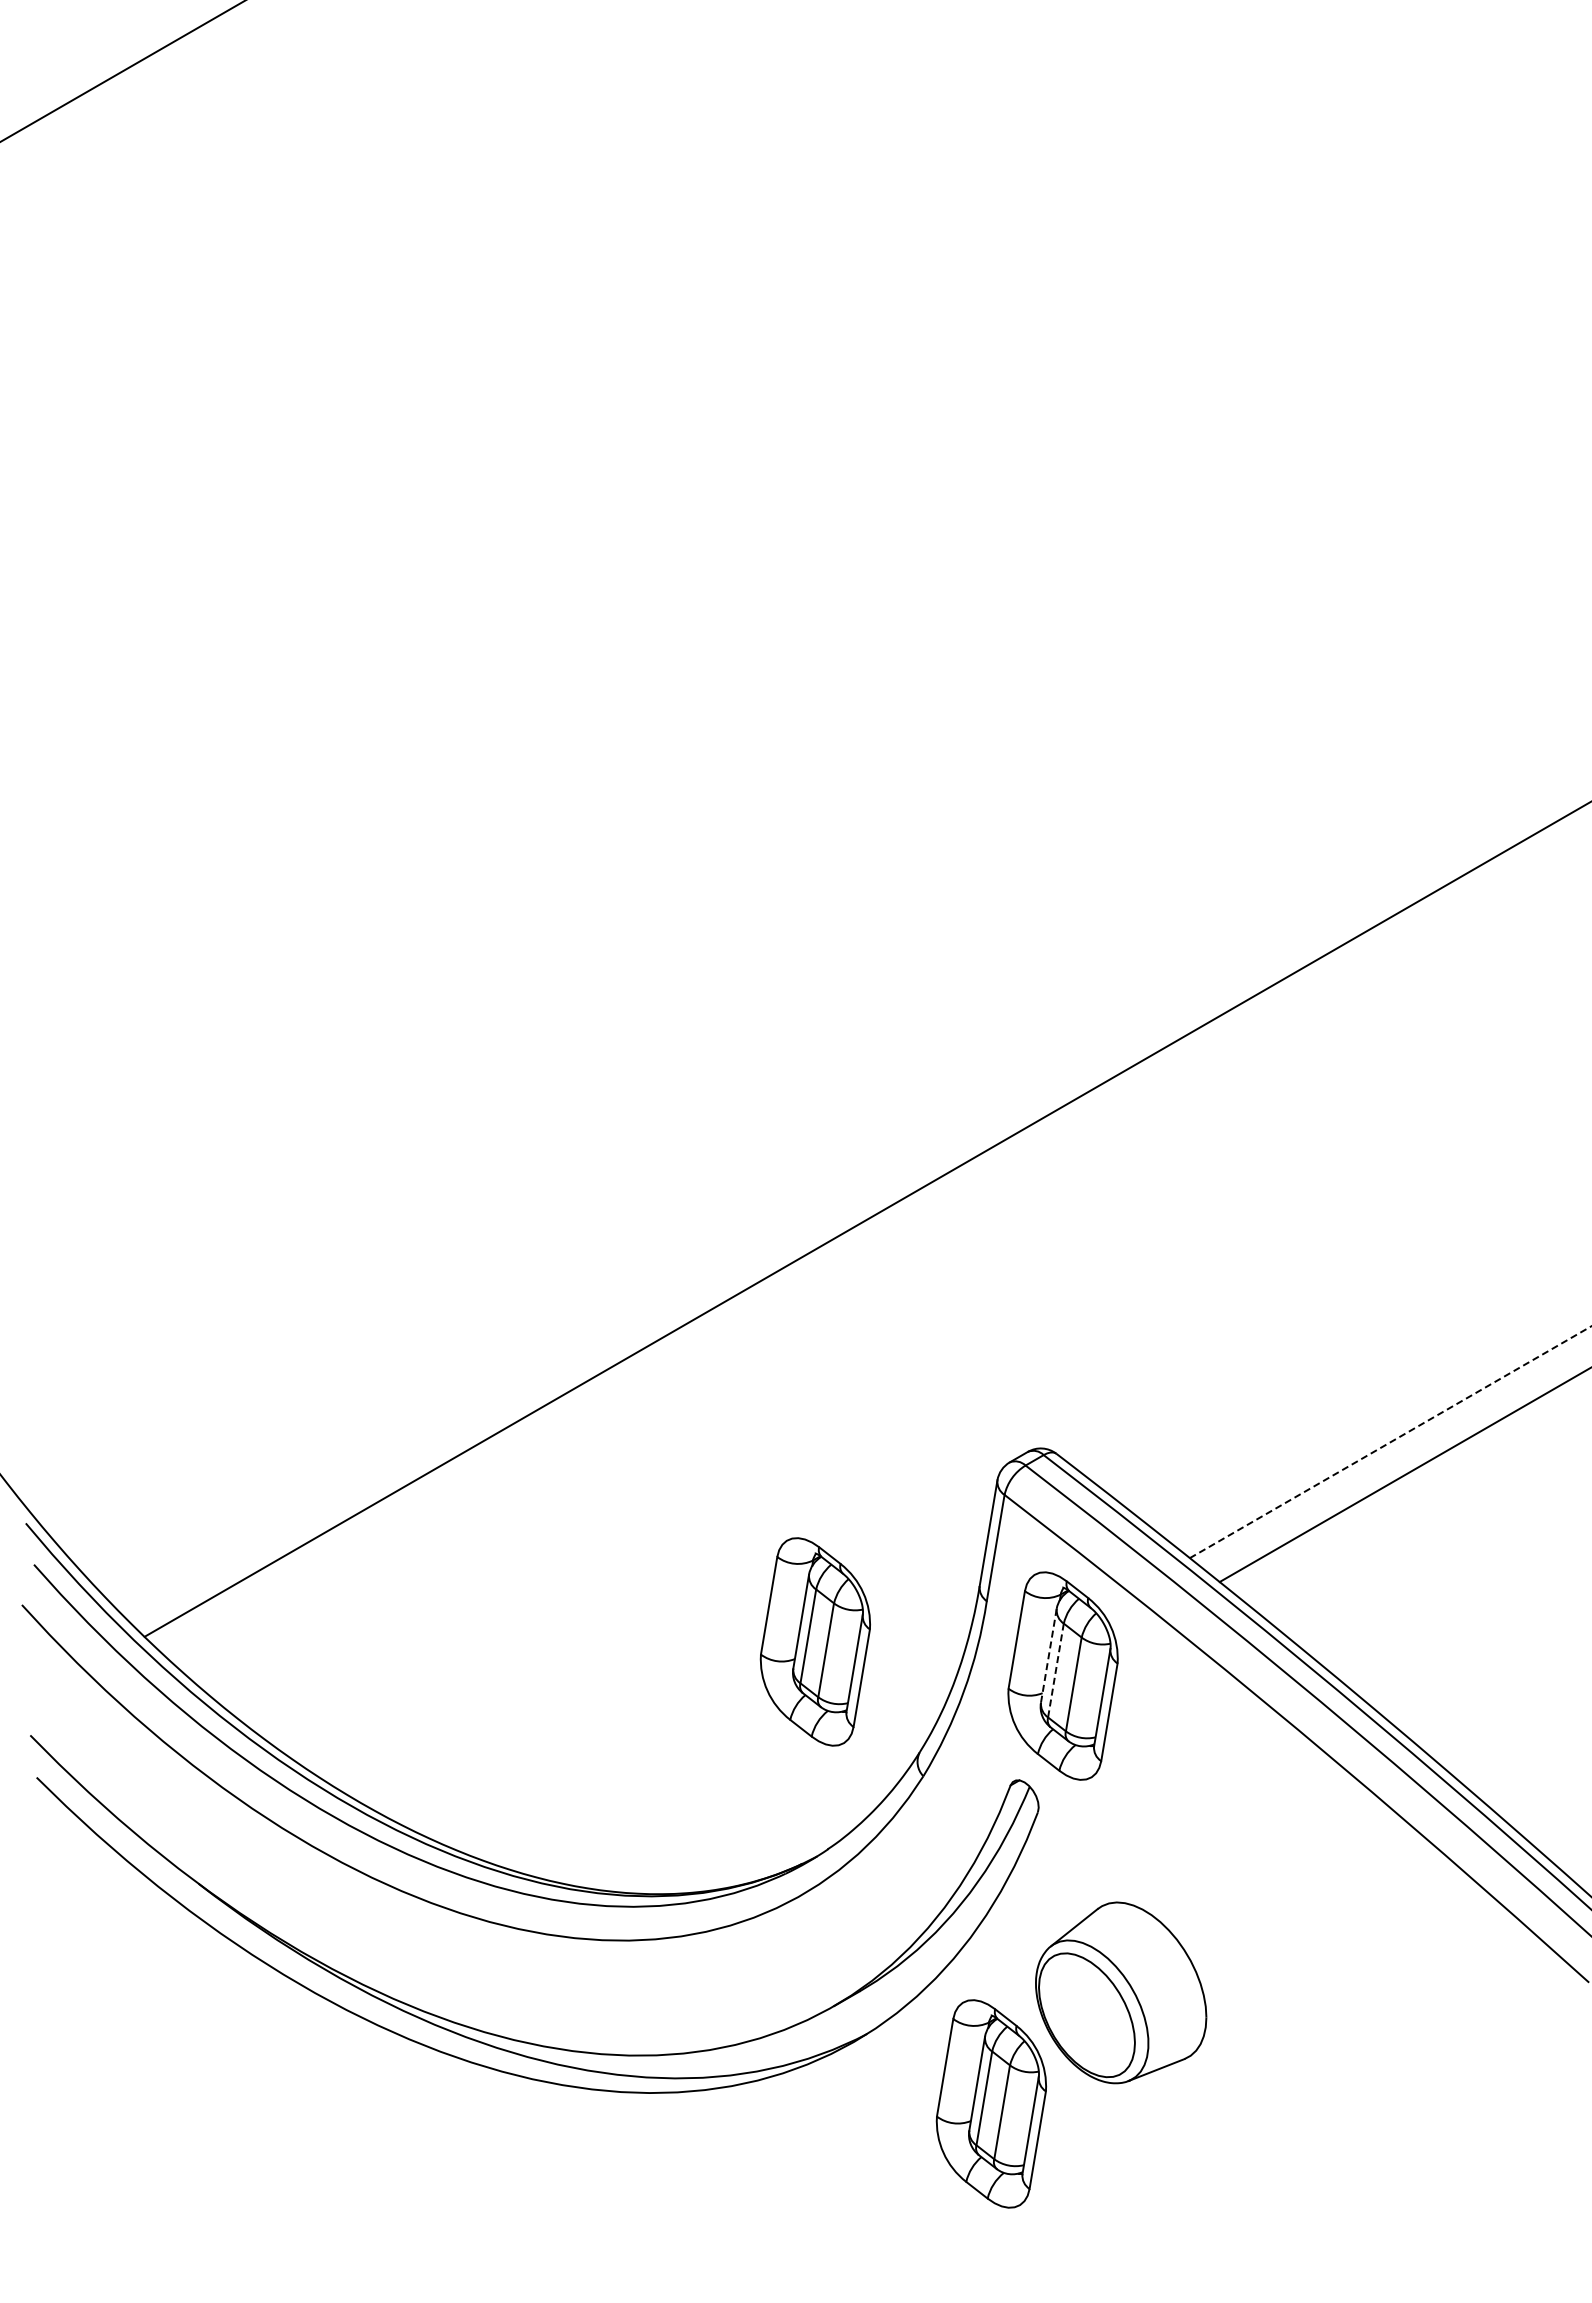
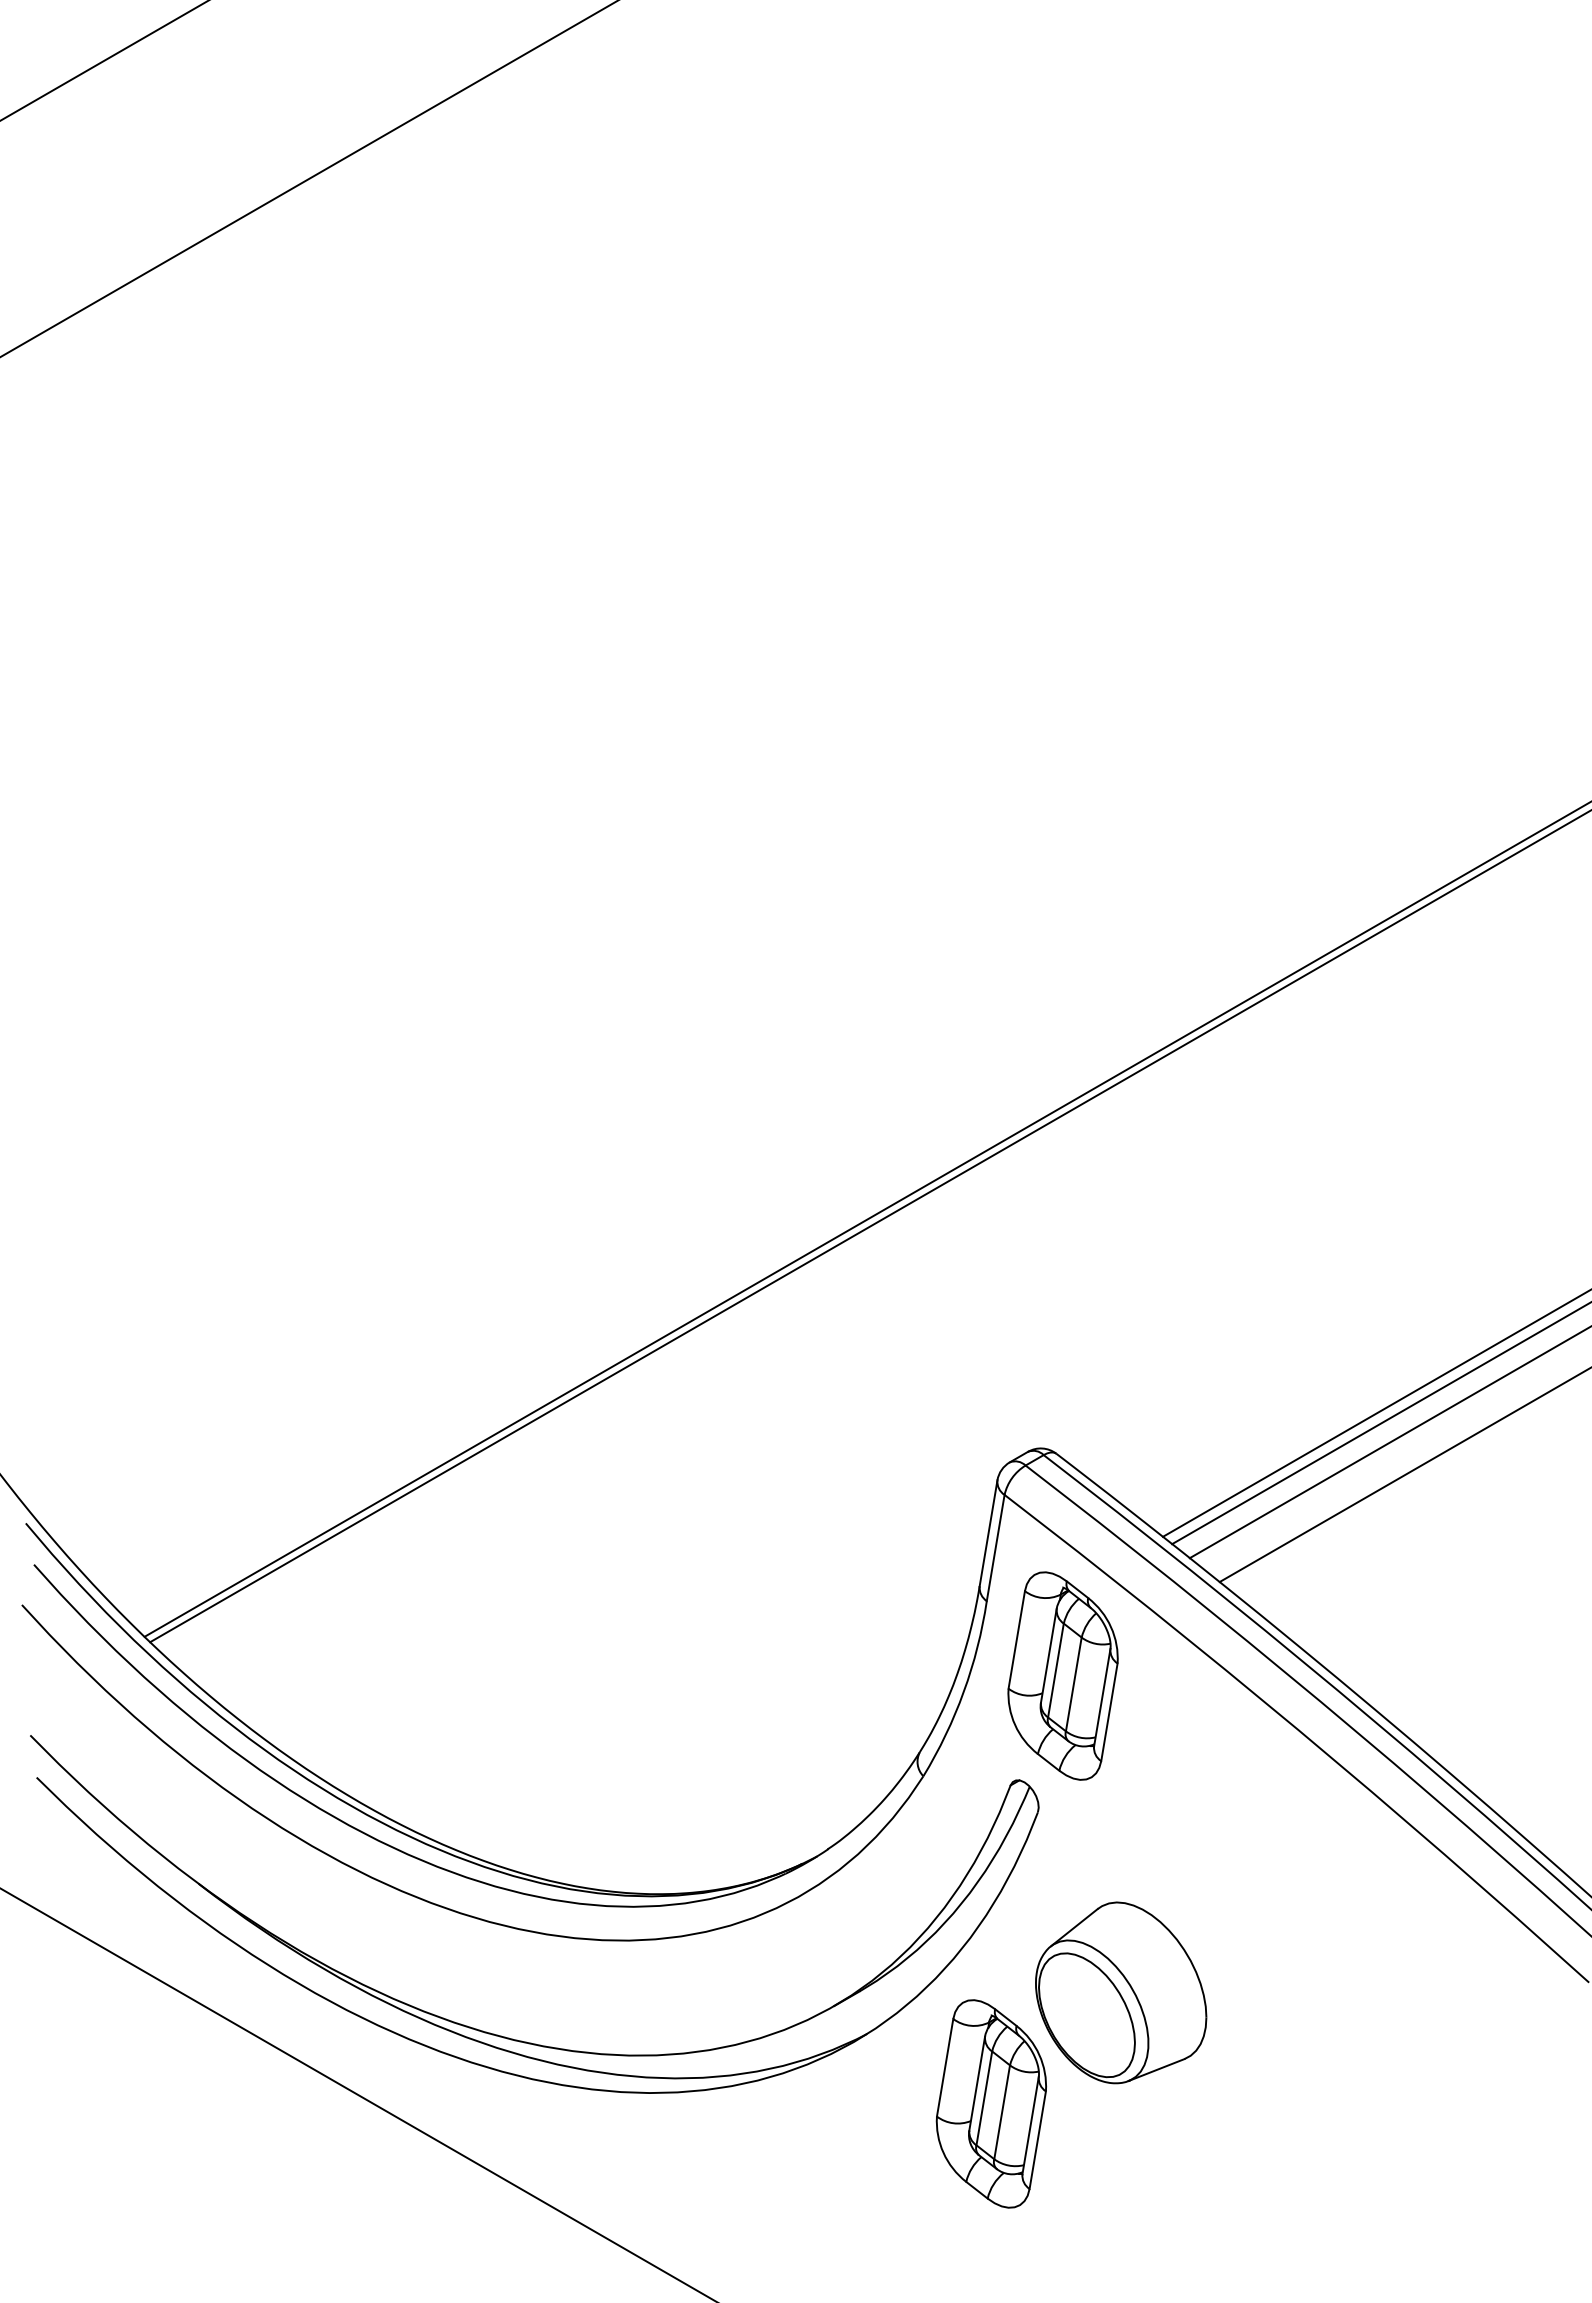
line at (122, 71) position: (122, 71) -> (103, 60)
line at (308, 179): none -> present
line at (869, 1226): none -> present
line at (1375, 1413): none -> present
line at (1380, 1423): none -> present
line at (1390, 1442): dashed -> solid
part at (814, 1641): present -> none
line at (1048, 1655): dashed -> solid
line at (1055, 1670): dashed -> solid
line at (357, 2094): none -> present
